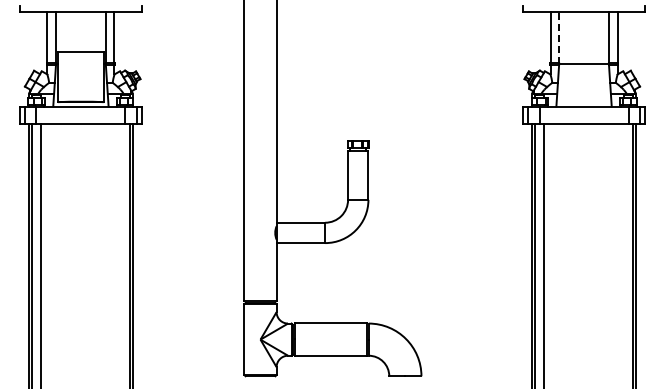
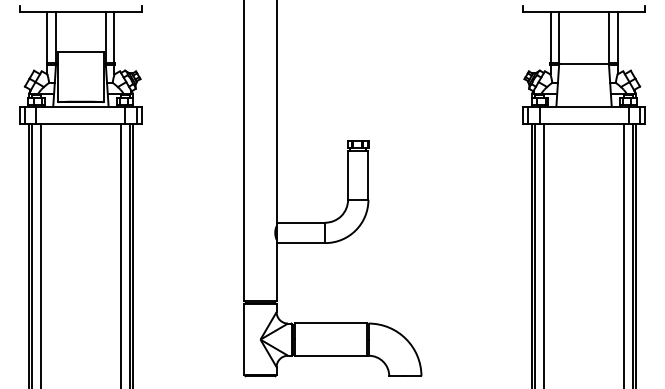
line at (559, 37): dashed -> solid
line at (121, 254): none -> present
line at (624, 254): none -> present
